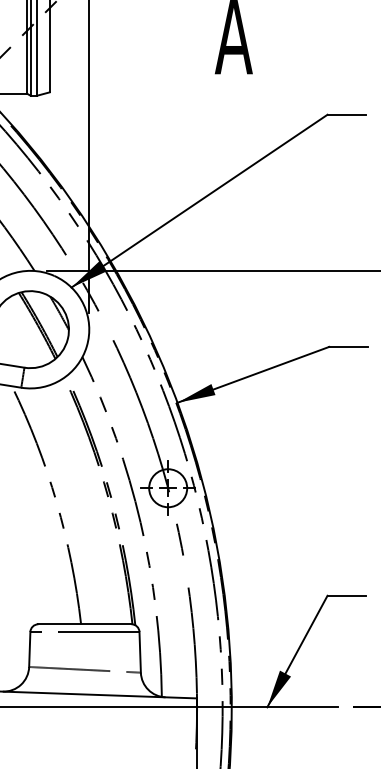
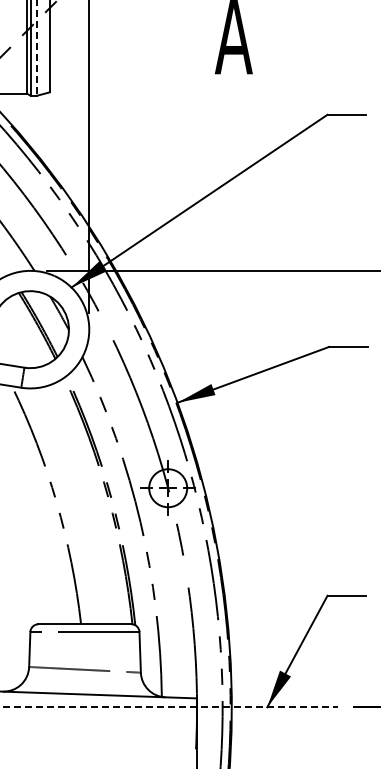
line at (37, 47): solid -> dashed
line at (169, 707): solid -> dashed
